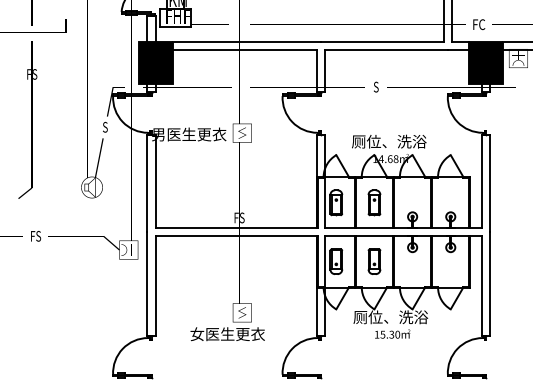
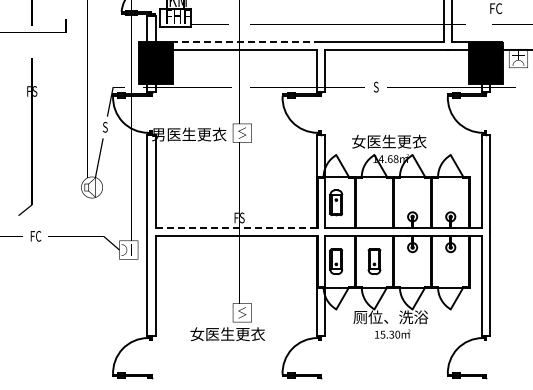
text at (479, 24) position: (479, 24) -> (496, 8)
line at (246, 41): solid -> dashed
line at (516, 41): present -> none
text at (27, 119) position: (27, 119) -> (27, 136)
text at (389, 141): 厕位、洗浴 -> 女医生更衣
part at (374, 202): present -> none
line at (236, 228): solid -> dashed
text at (35, 236): FS -> FC
